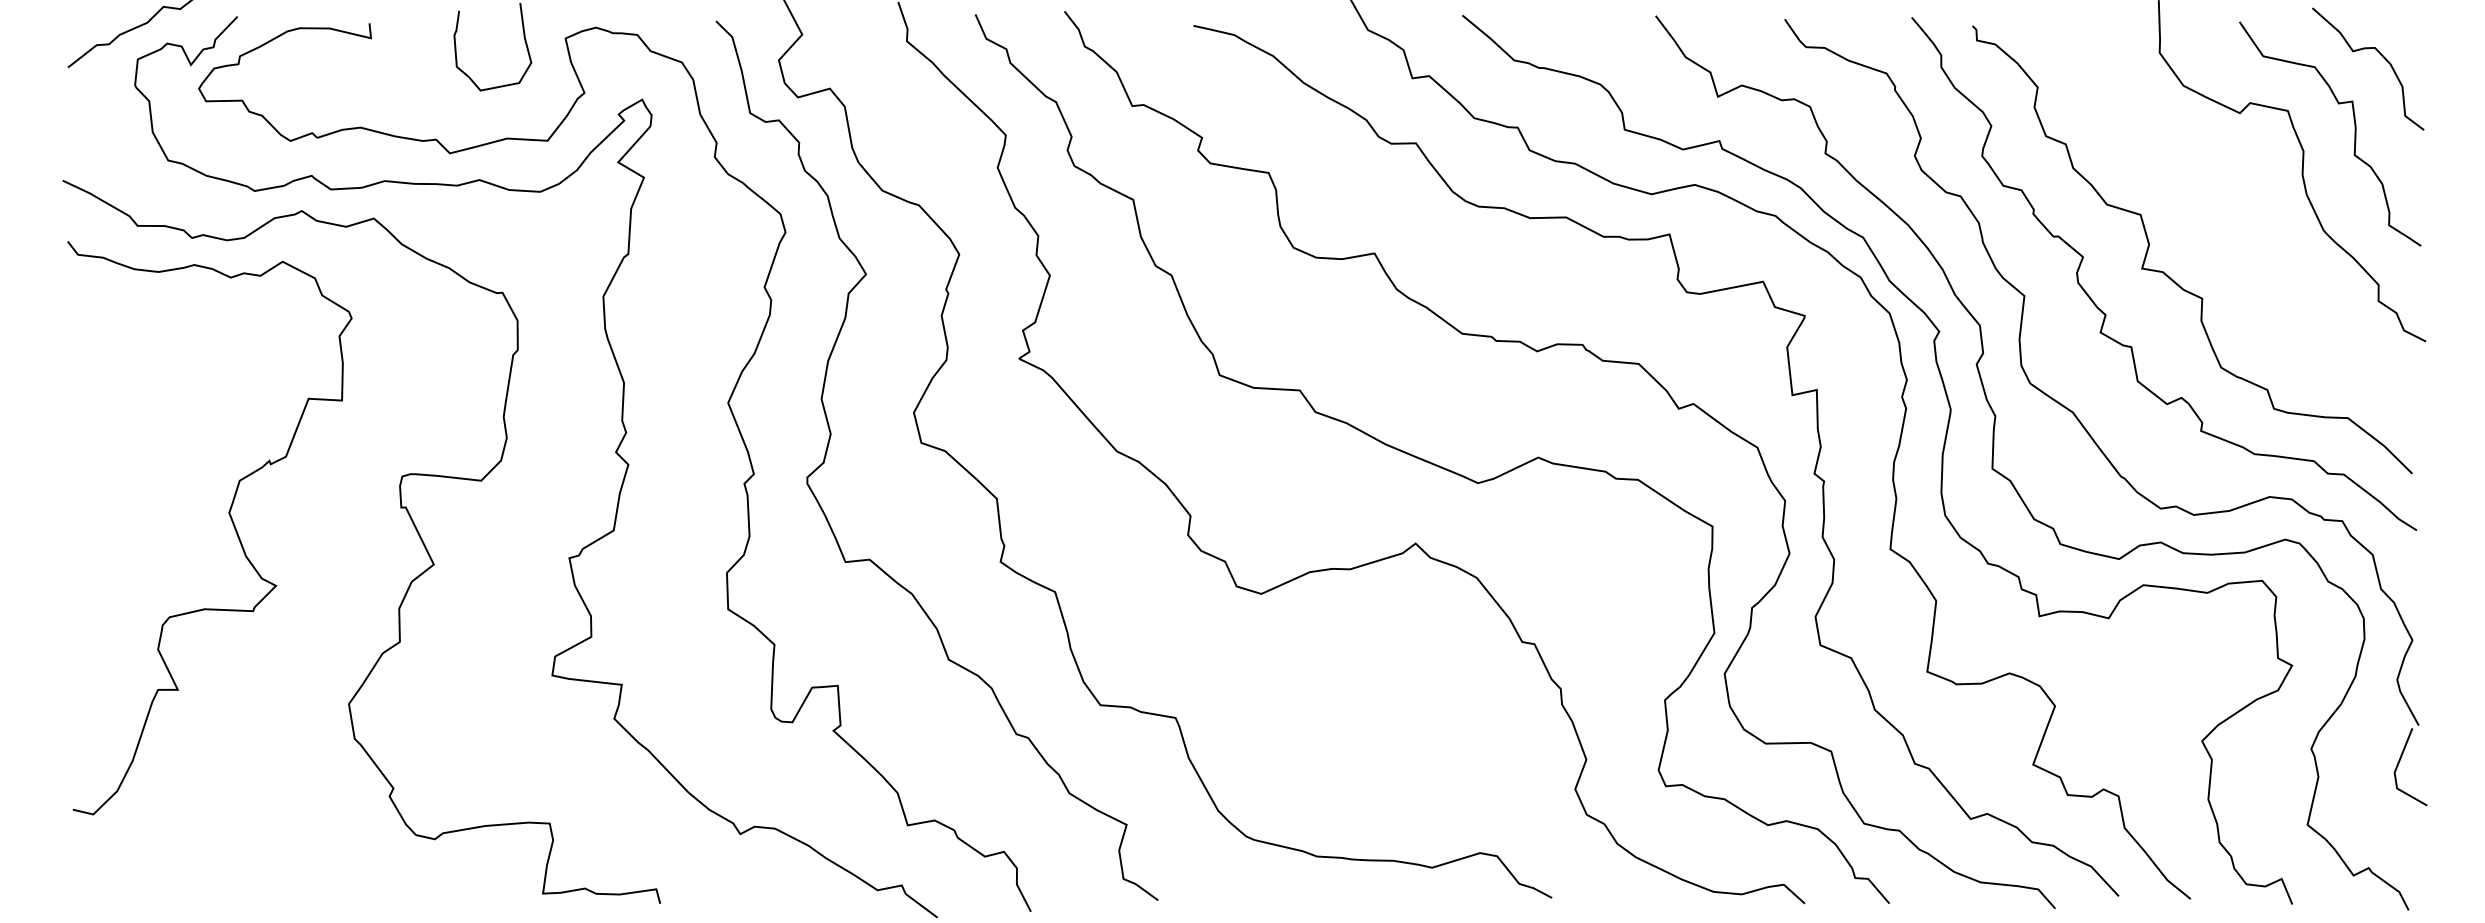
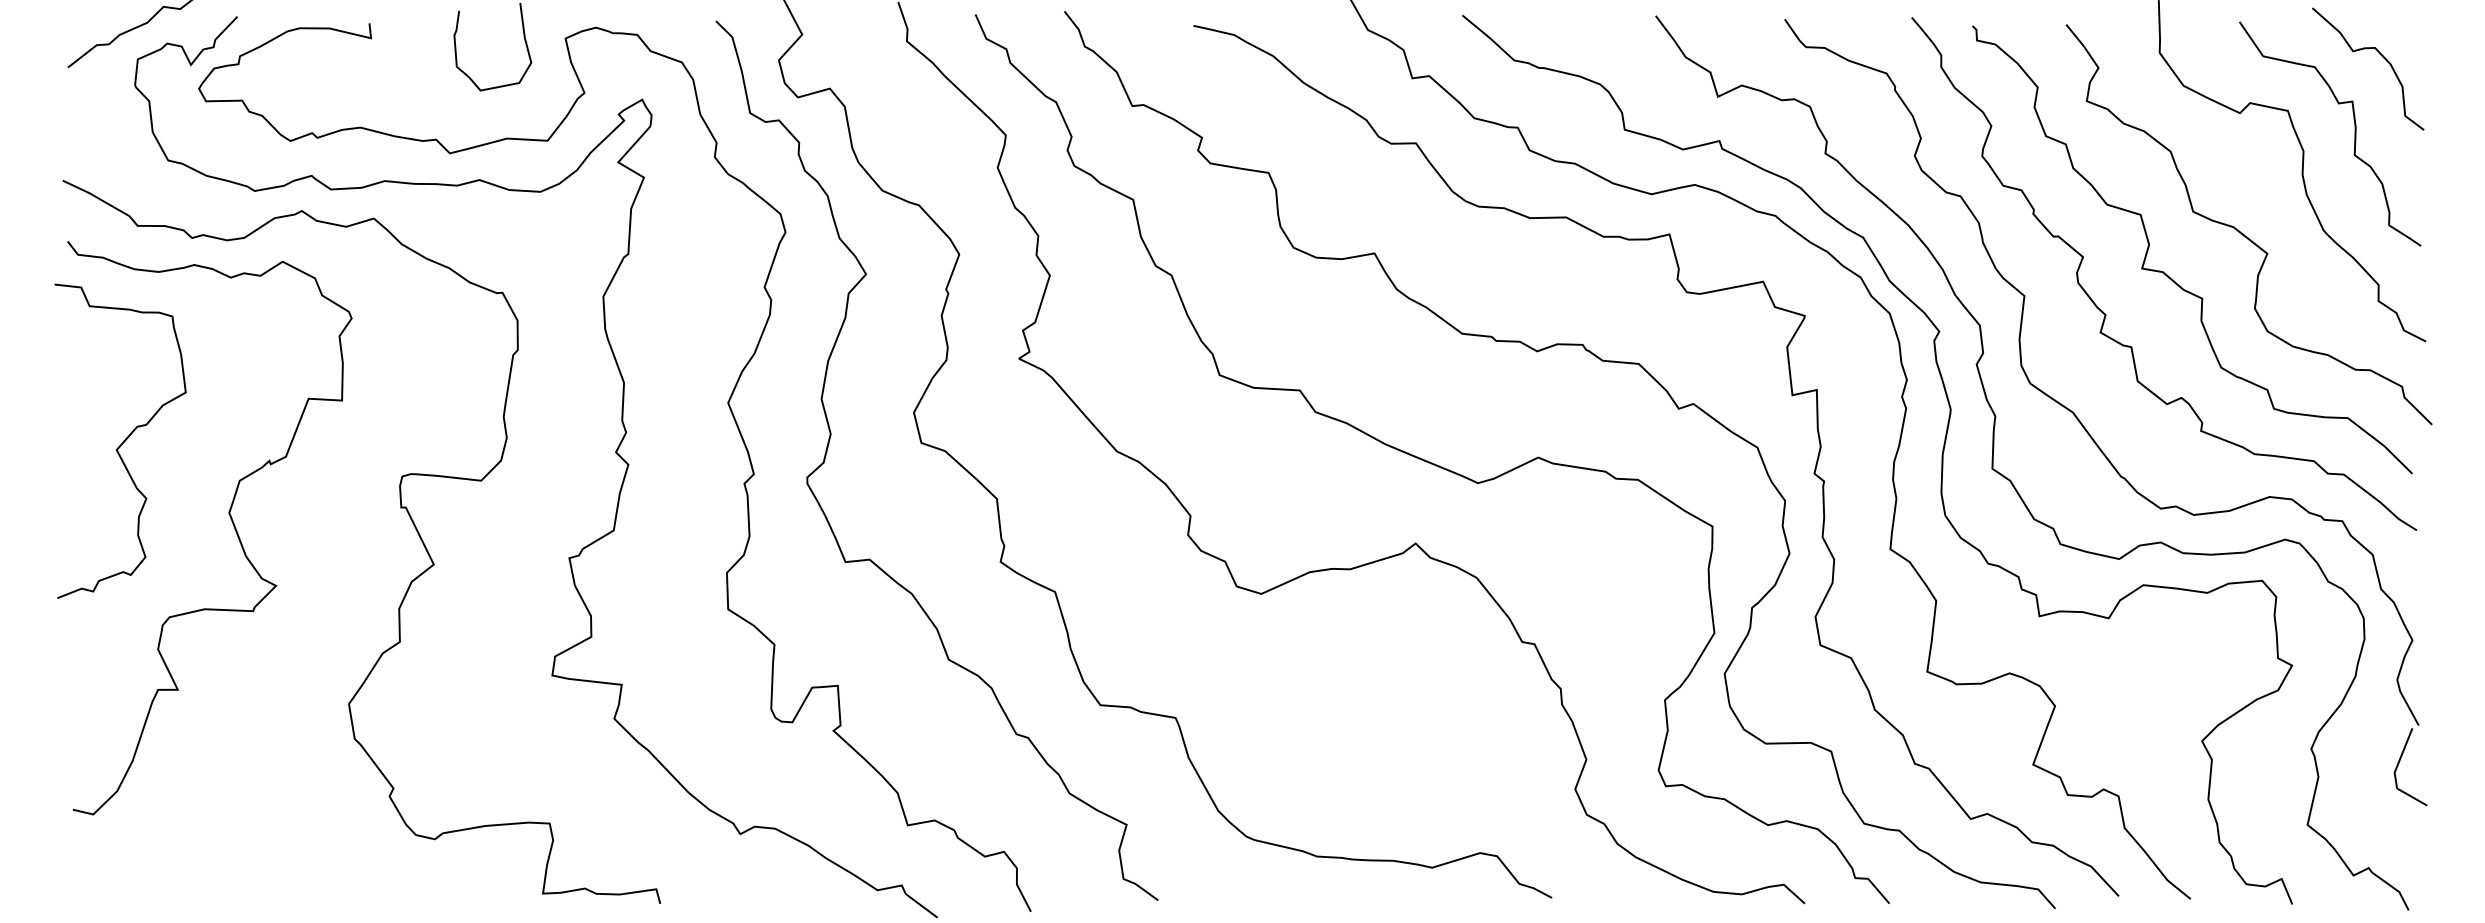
curve at (2243, 233): none -> present
curve at (122, 441): none -> present
